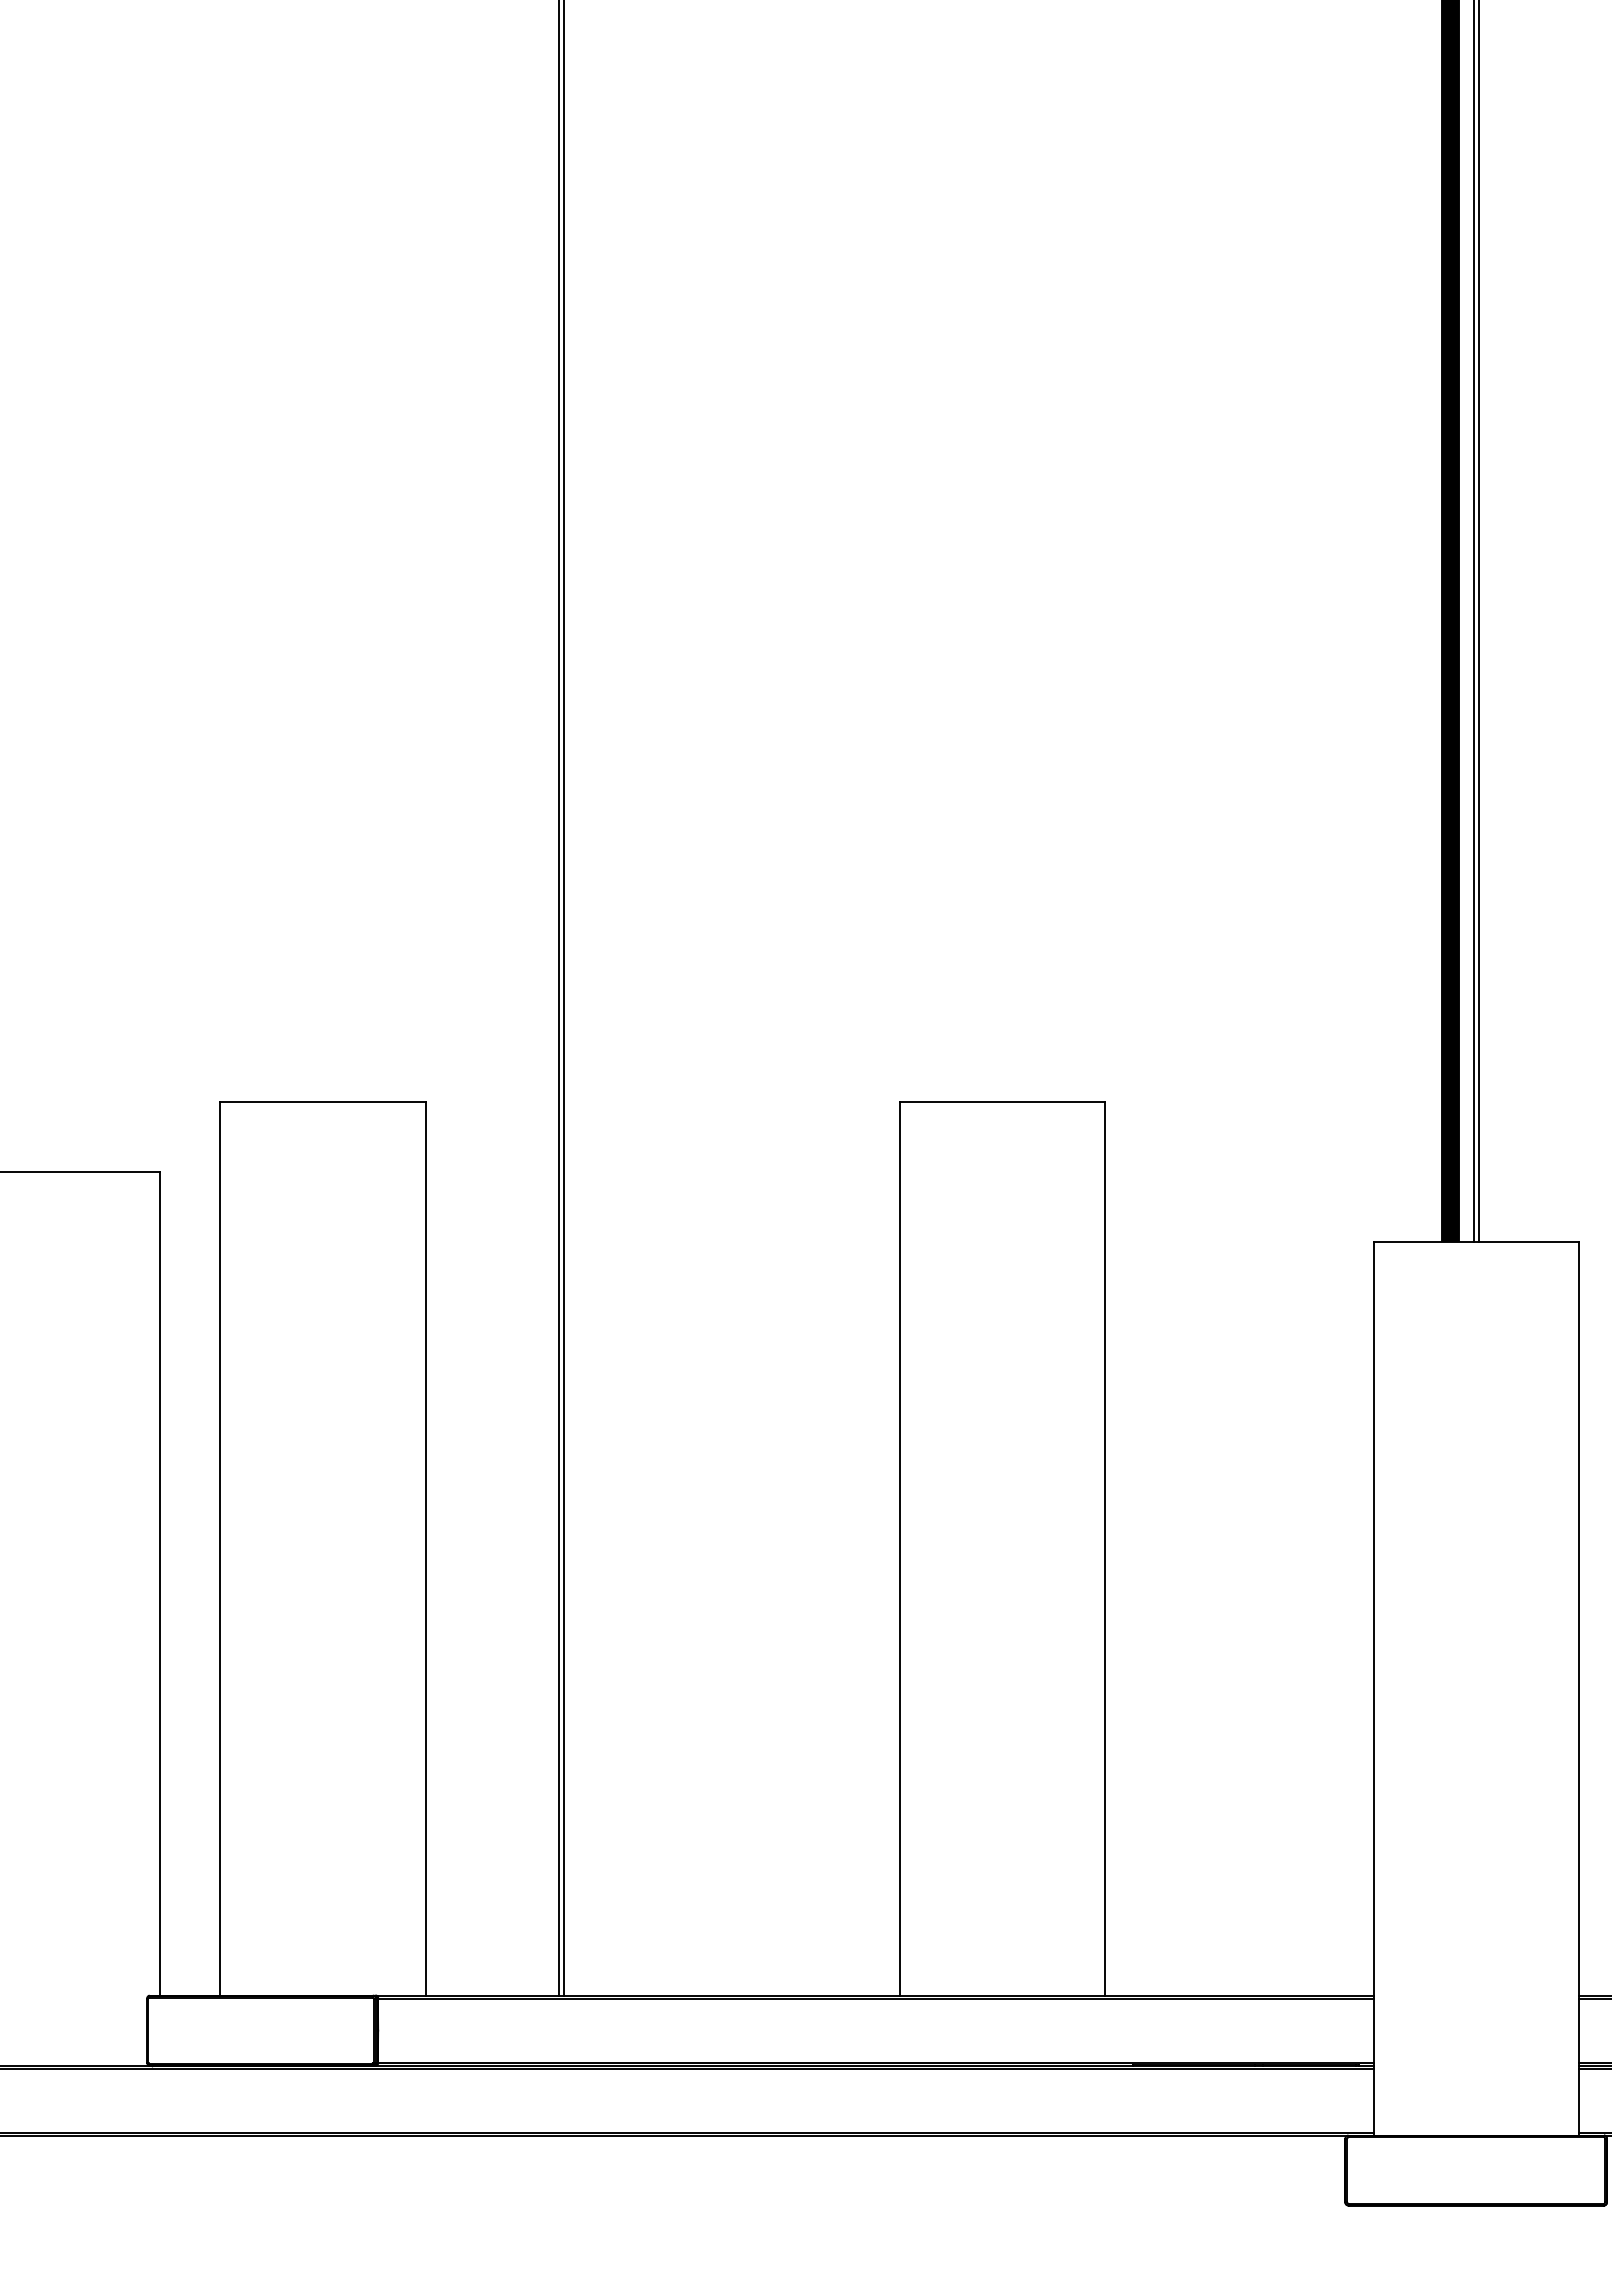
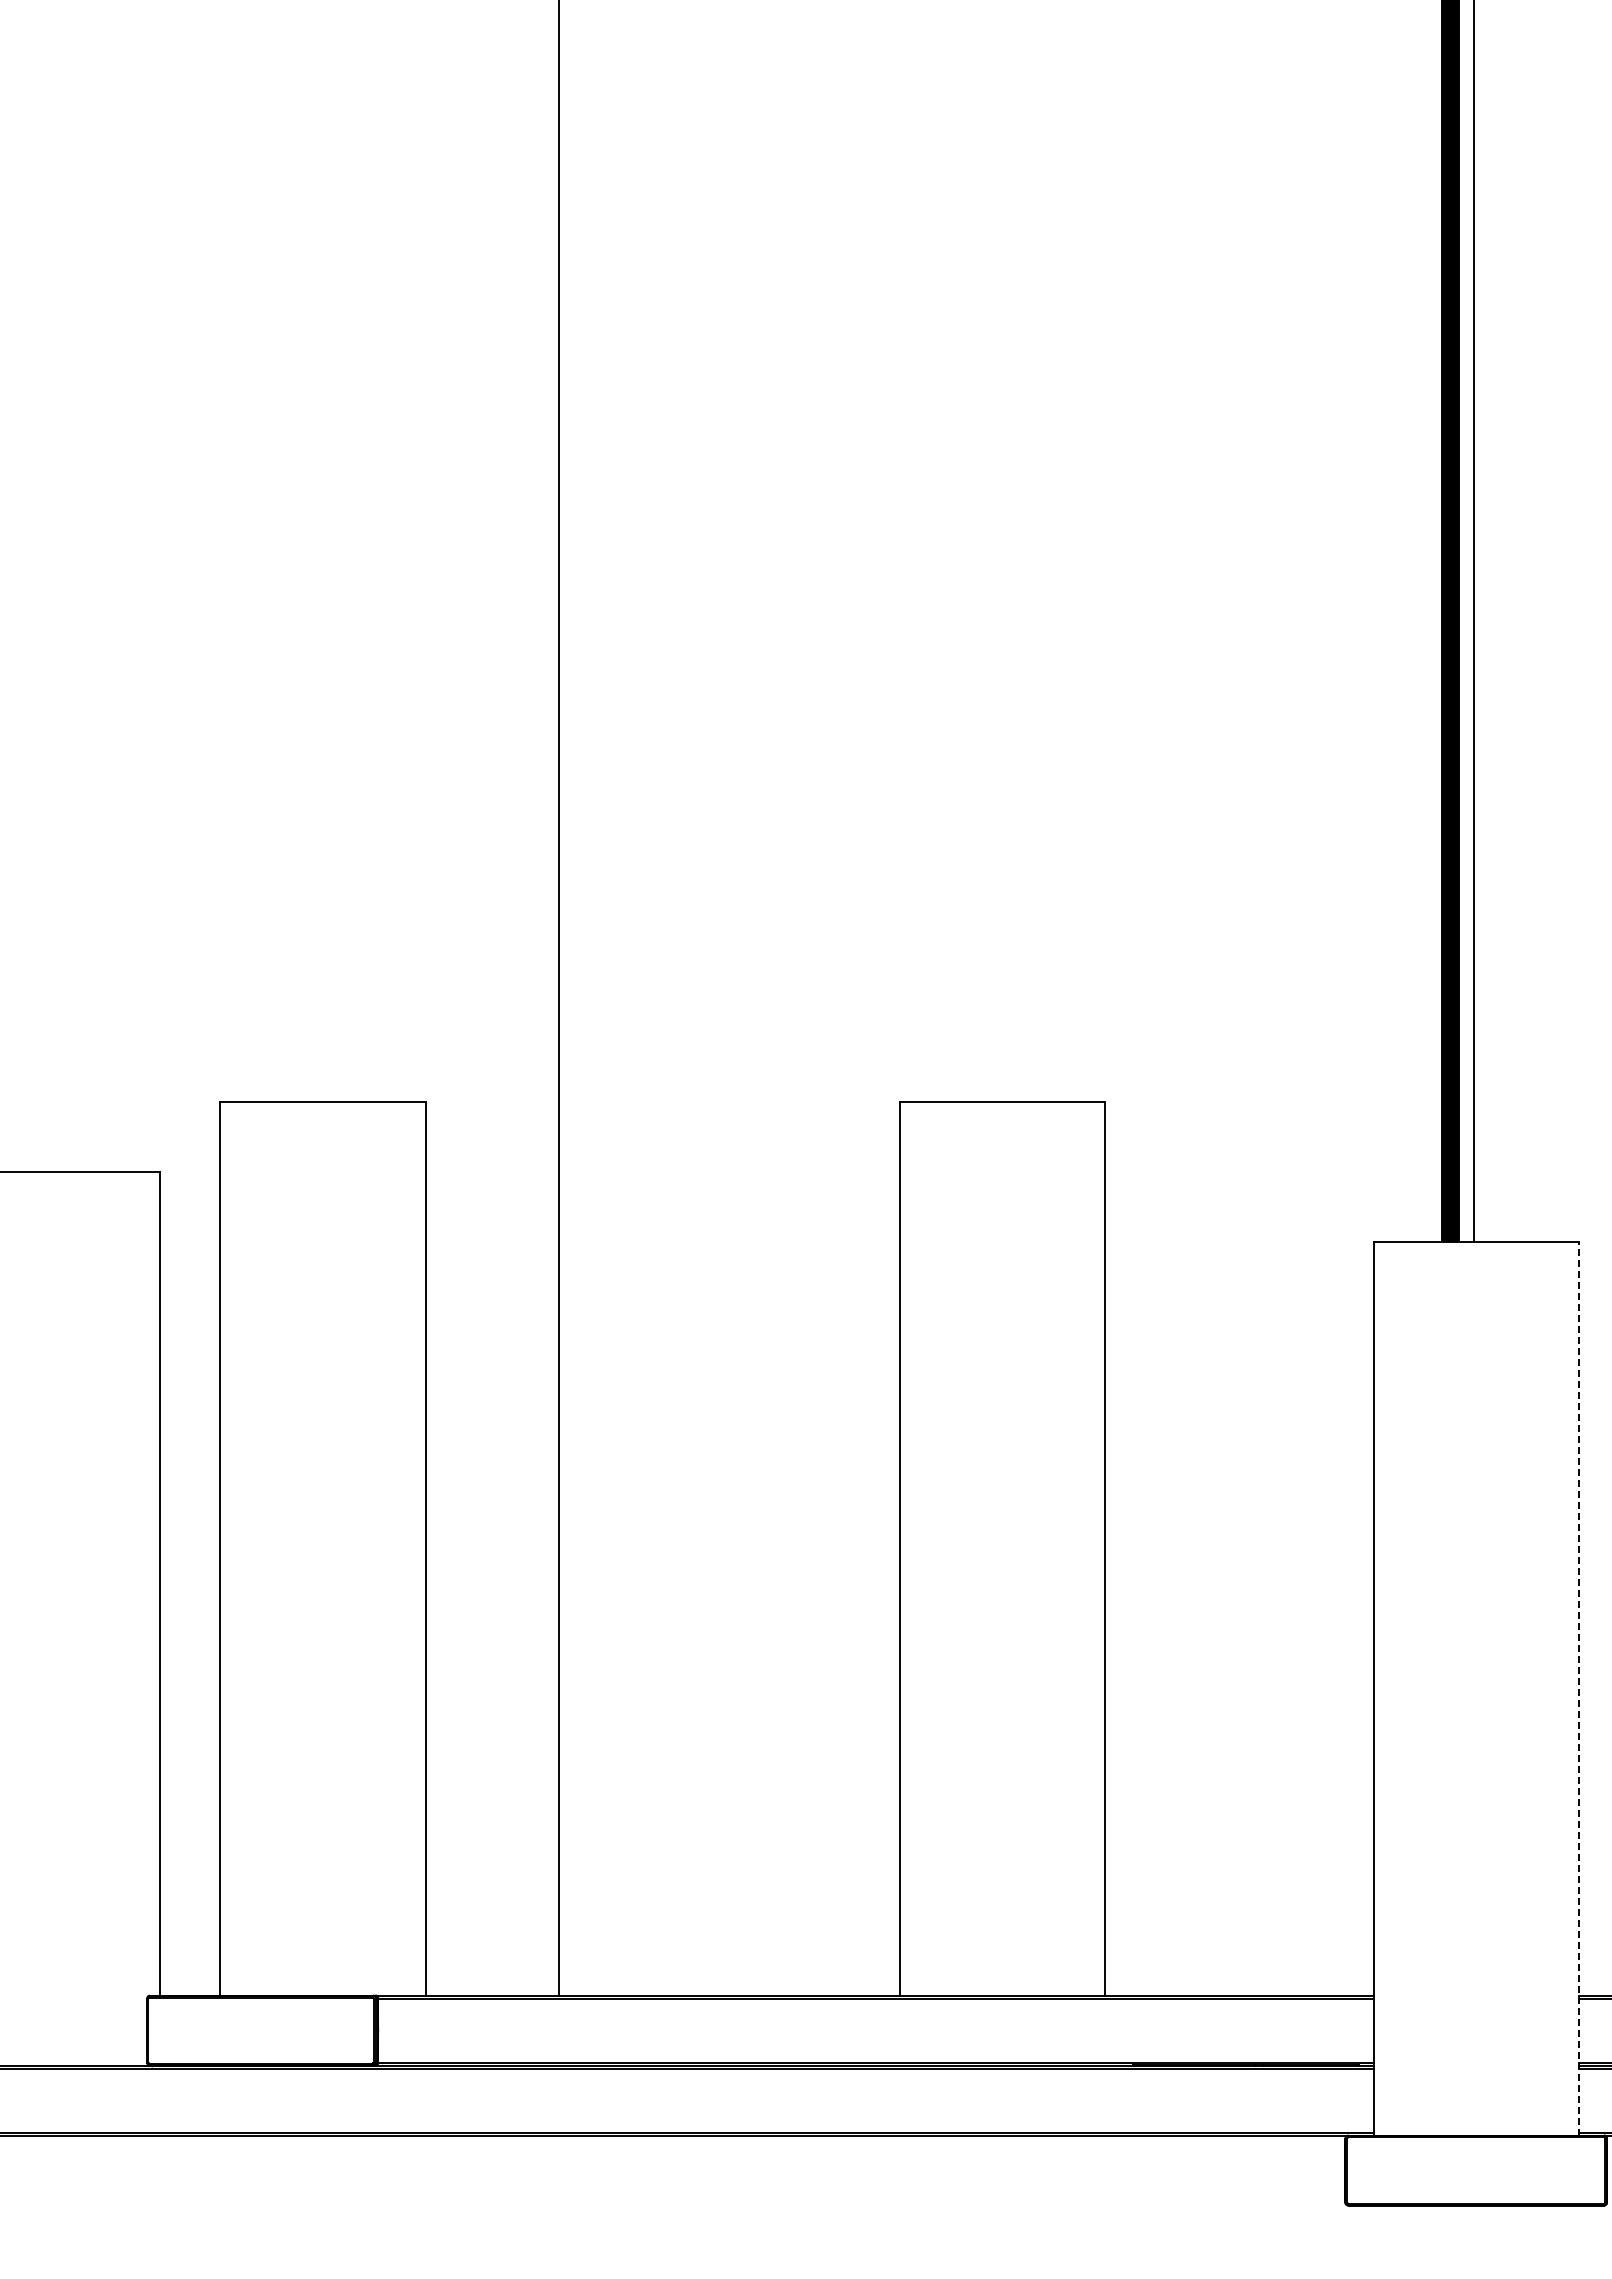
line at (1478, 622): present -> none
line at (563, 998): present -> none
line at (1578, 1688): solid -> dashed
